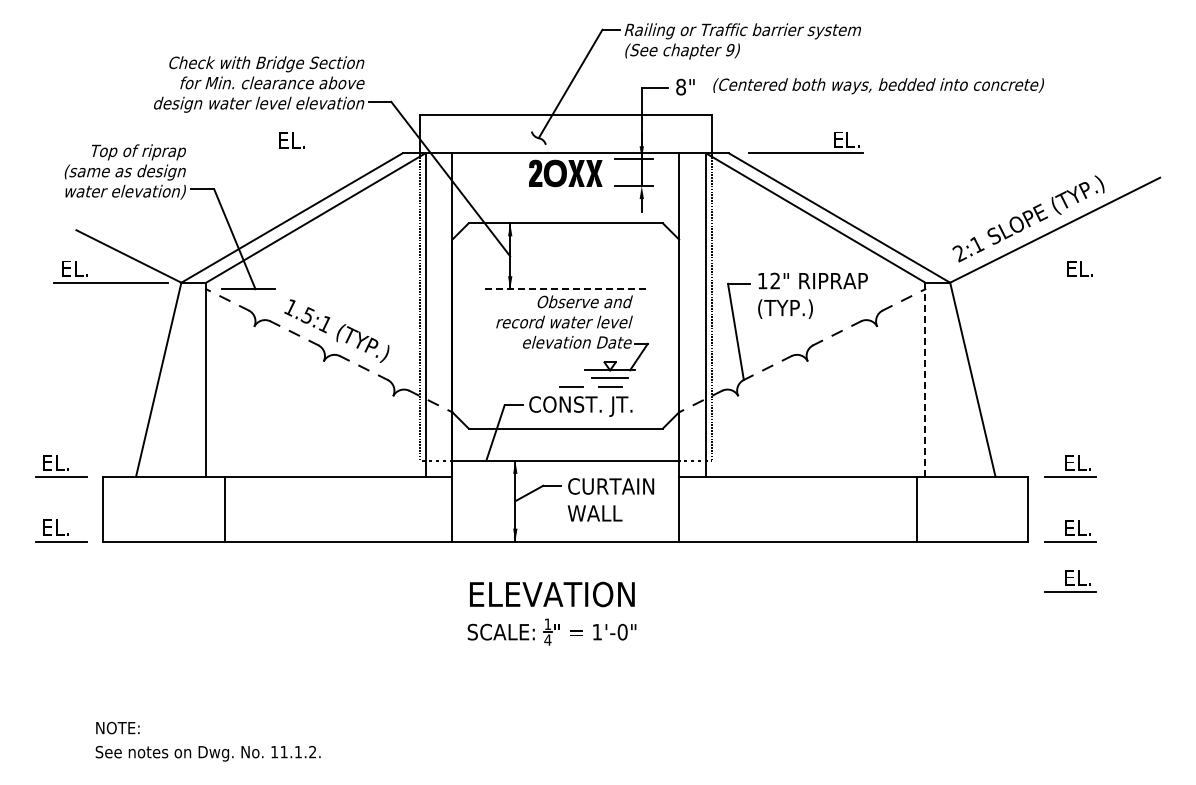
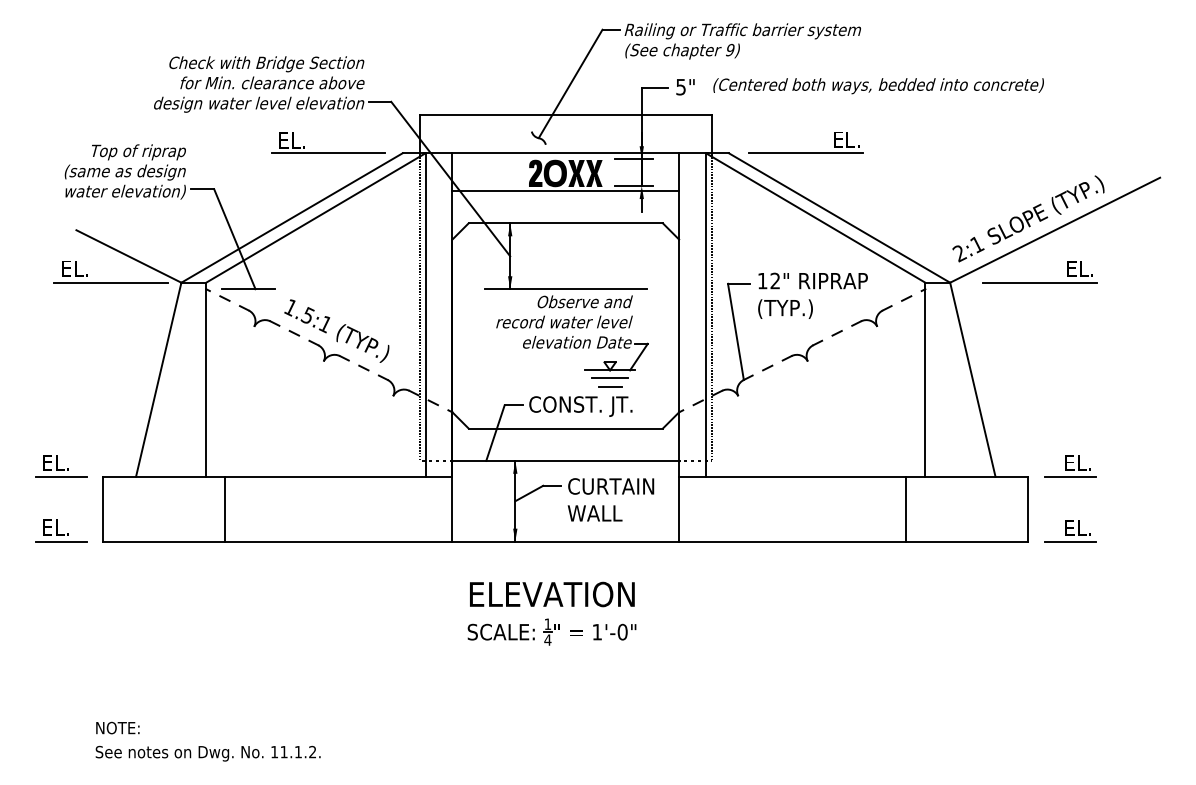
text at (681, 86): 8" -> 5"
line at (327, 153): none -> present
line at (565, 191): none -> present
line at (1039, 282): none -> present
line at (565, 289): dashed -> solid
line at (925, 380): dashed -> solid
line at (571, 386): present -> none
line at (917, 508) position: (917, 508) -> (906, 508)
part at (1070, 581): present -> none
